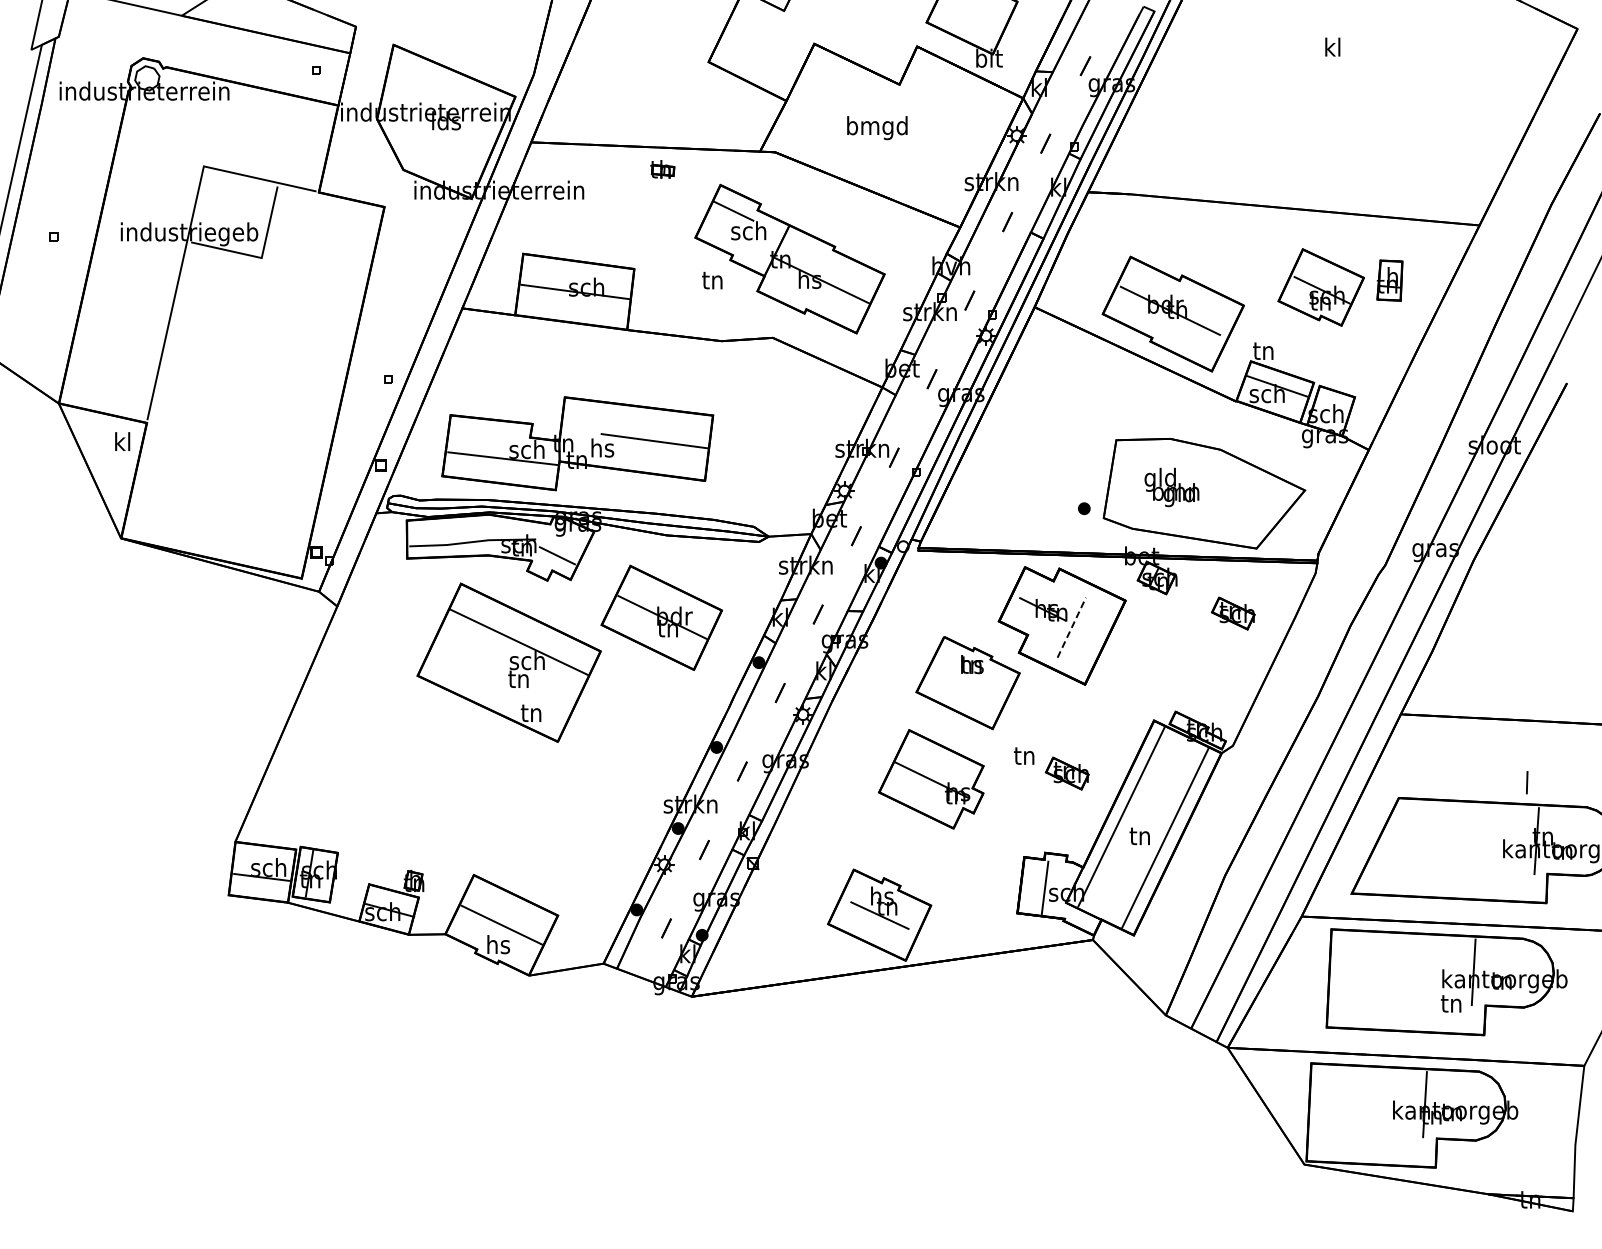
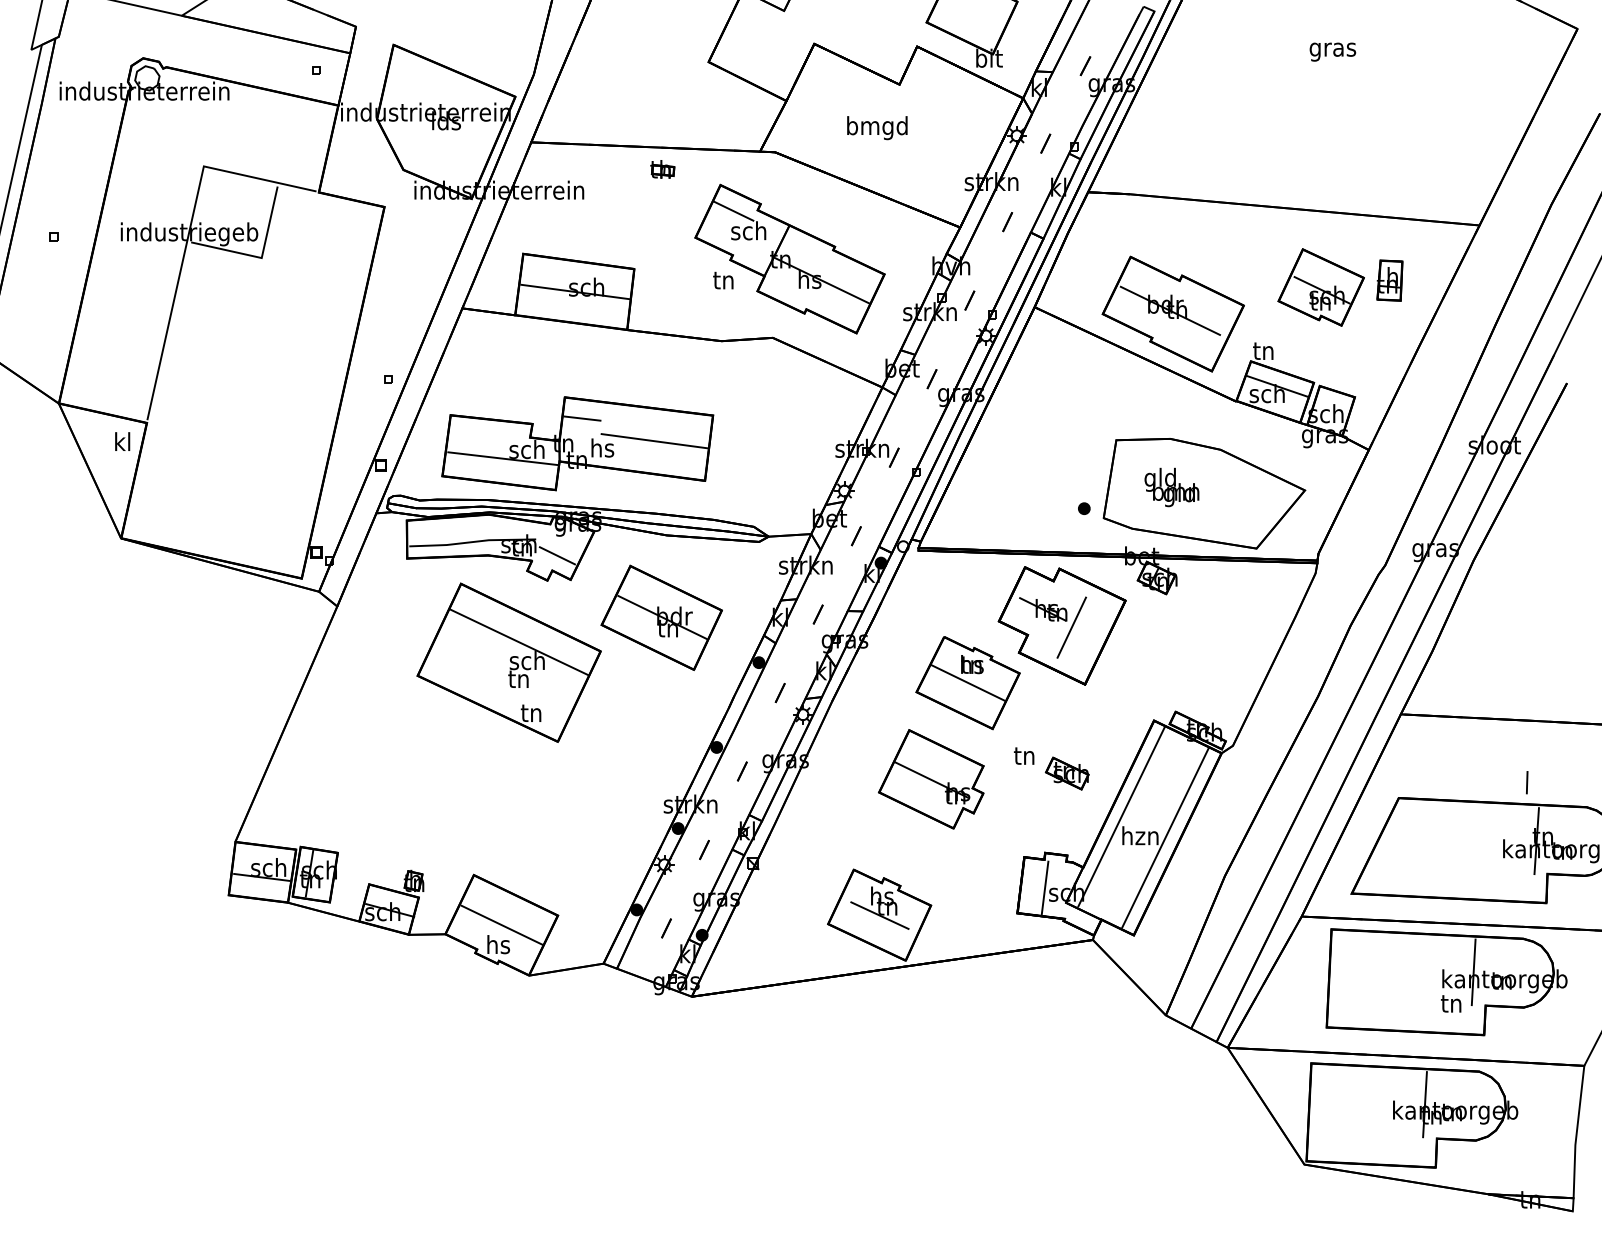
text at (1332, 49): kl -> gras
text at (712, 280) position: (712, 280) -> (723, 280)
line at (582, 418): none -> present
part at (1232, 613): present -> none
line at (1072, 627): dashed -> solid
line at (967, 682): none -> present
text at (1140, 835): tn -> hzn
